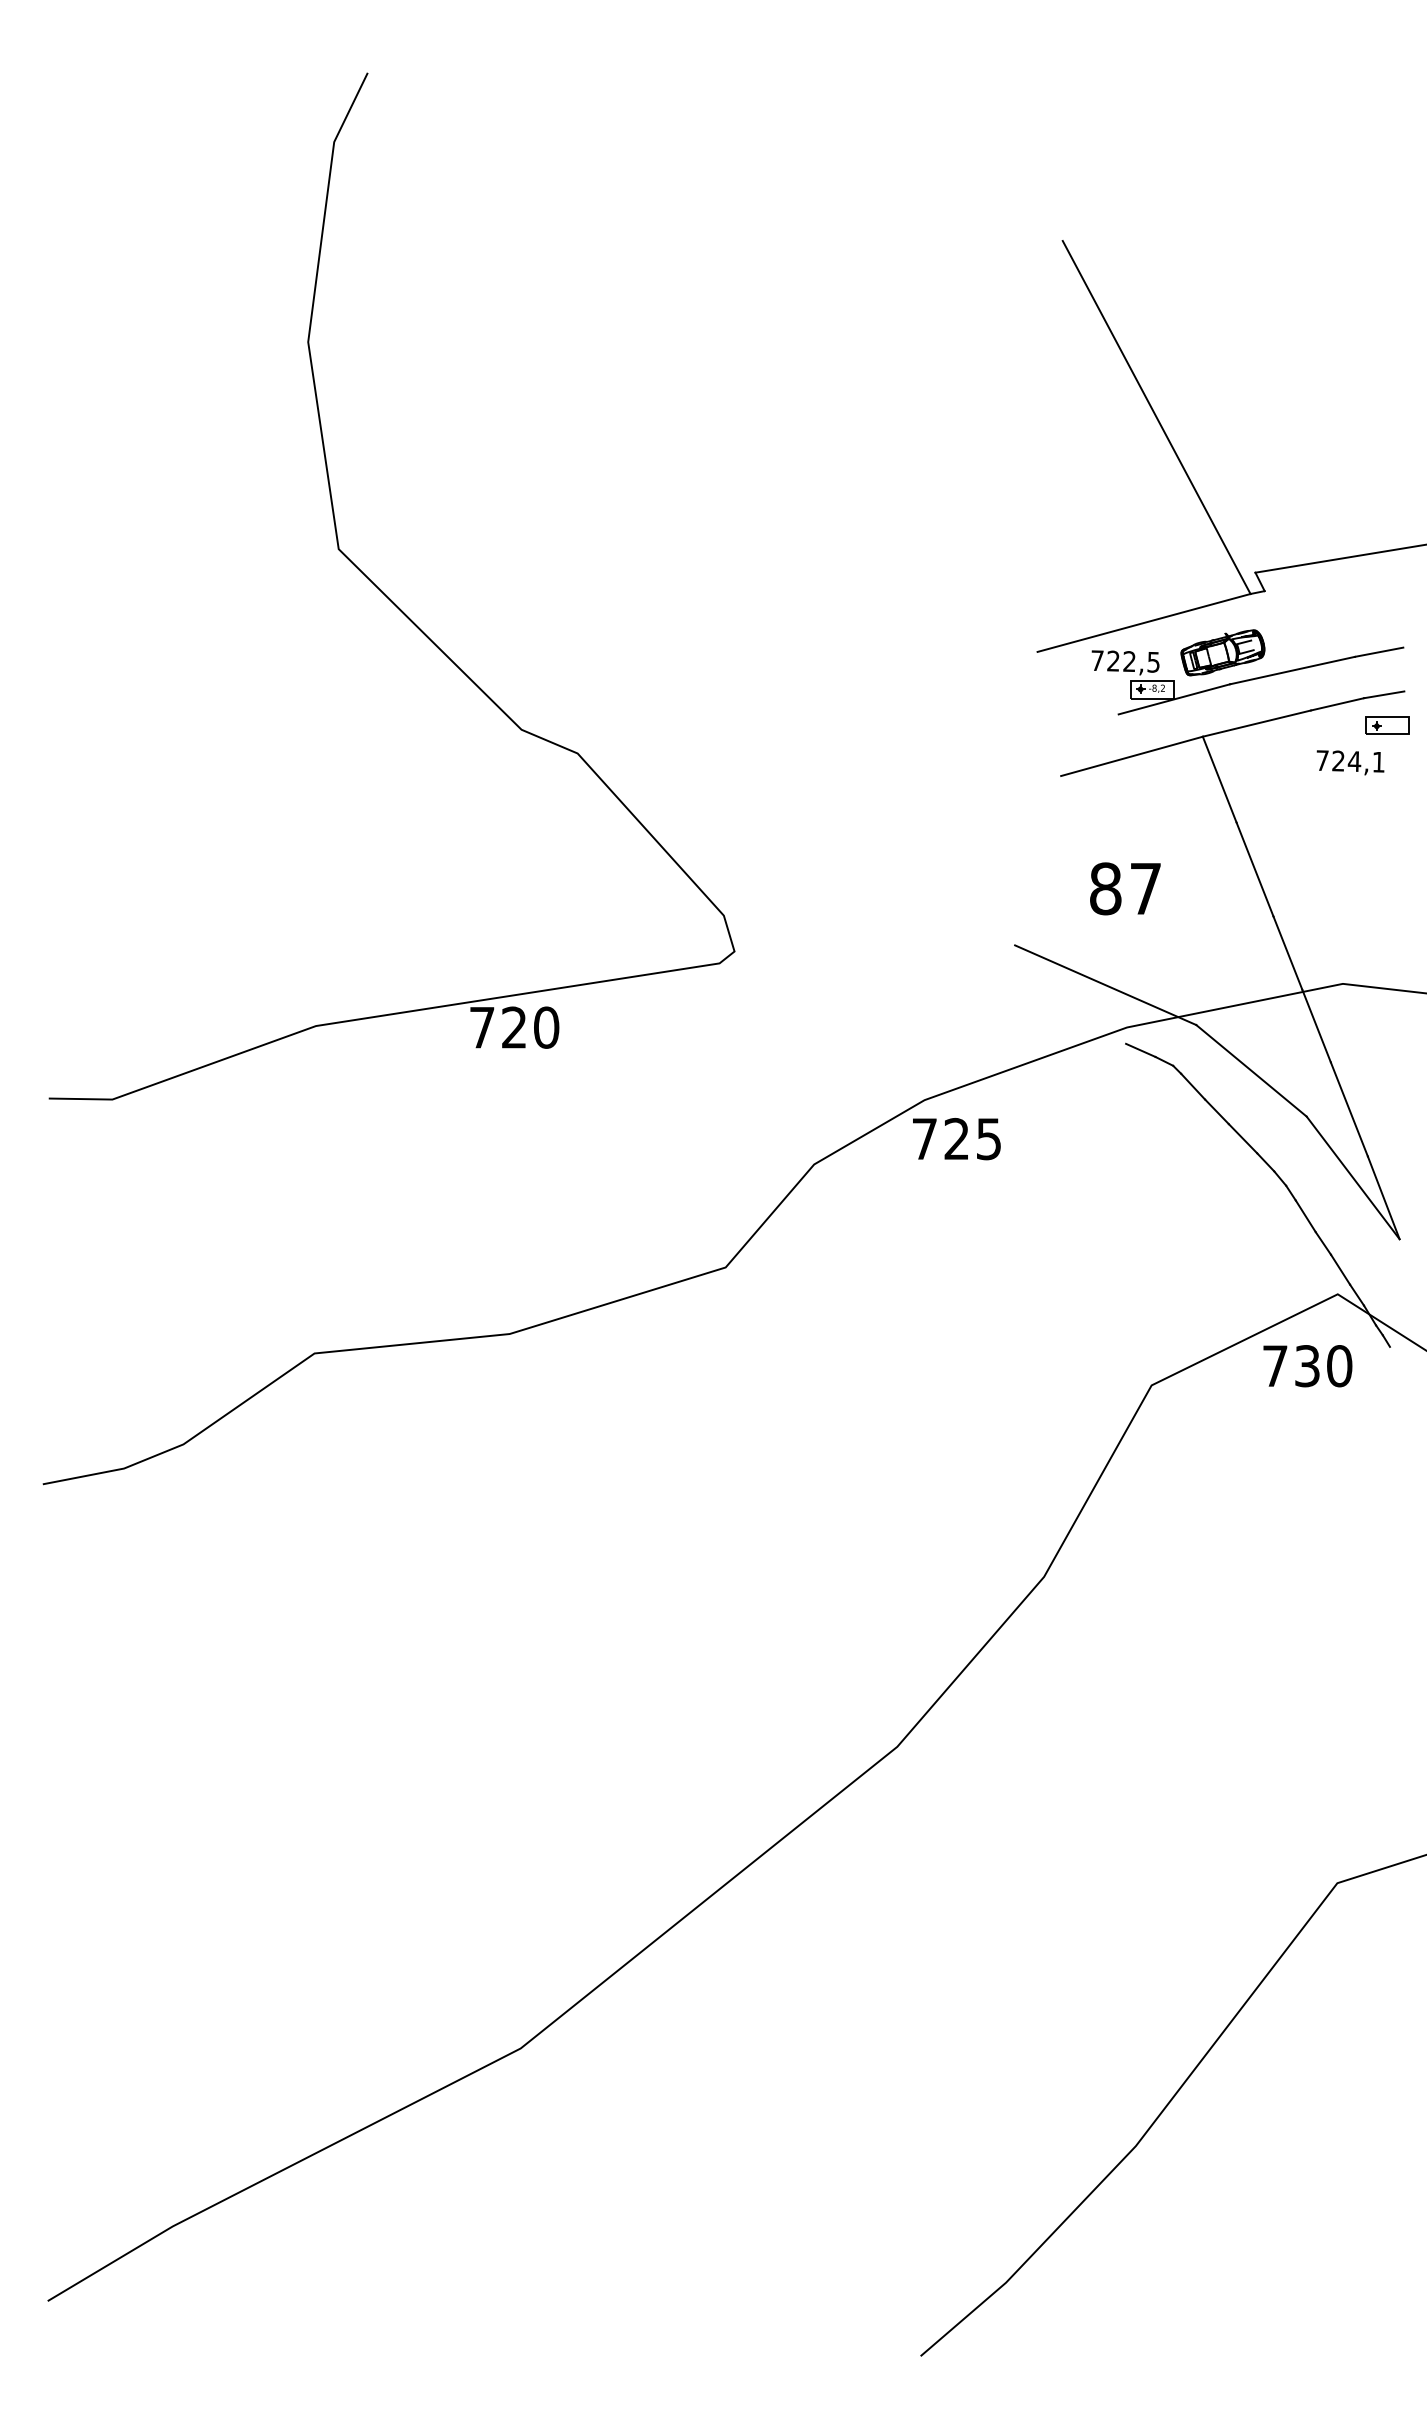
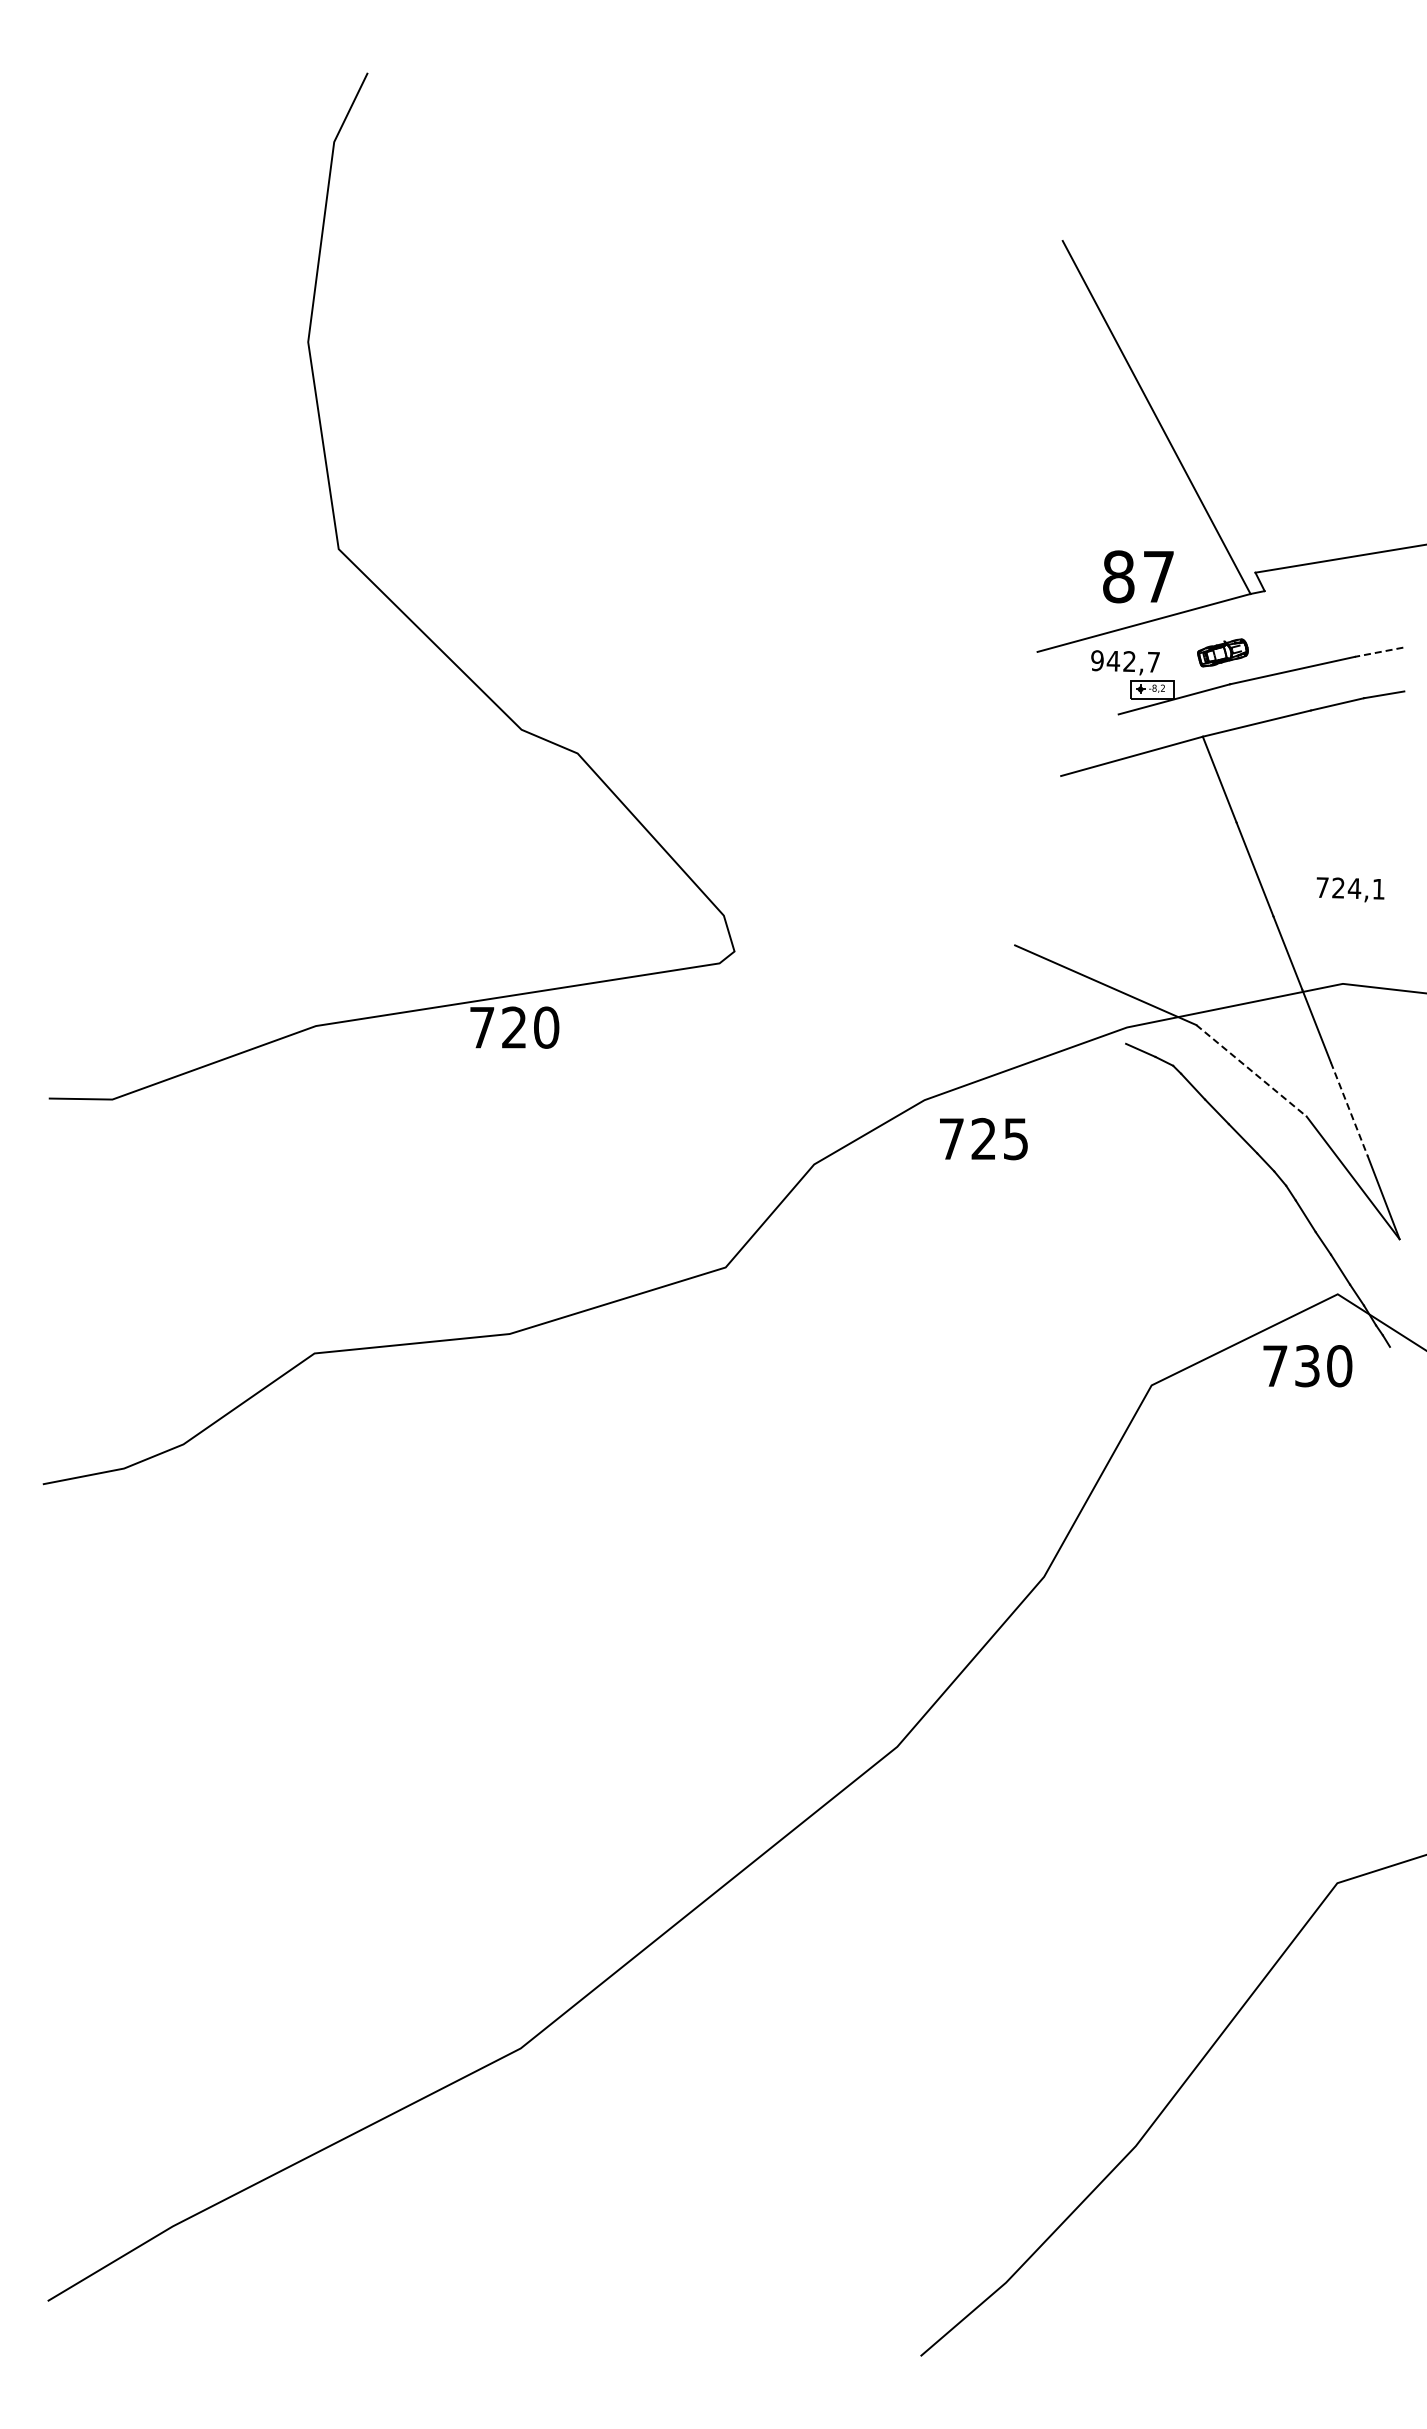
part at (1222, 652) size: 86x48 px -> 52x30 px
line at (1379, 652): solid -> dashed
text at (1125, 661): 722,5 -> 942,7
part at (1387, 725): present -> none
text at (1350, 762) position: (1350, 762) -> (1350, 889)
text at (1125, 888) position: (1125, 888) -> (1138, 576)
line at (1251, 1070): solid -> dashed
line at (1349, 1109): solid -> dashed
text at (956, 1139) position: (956, 1139) -> (983, 1139)
